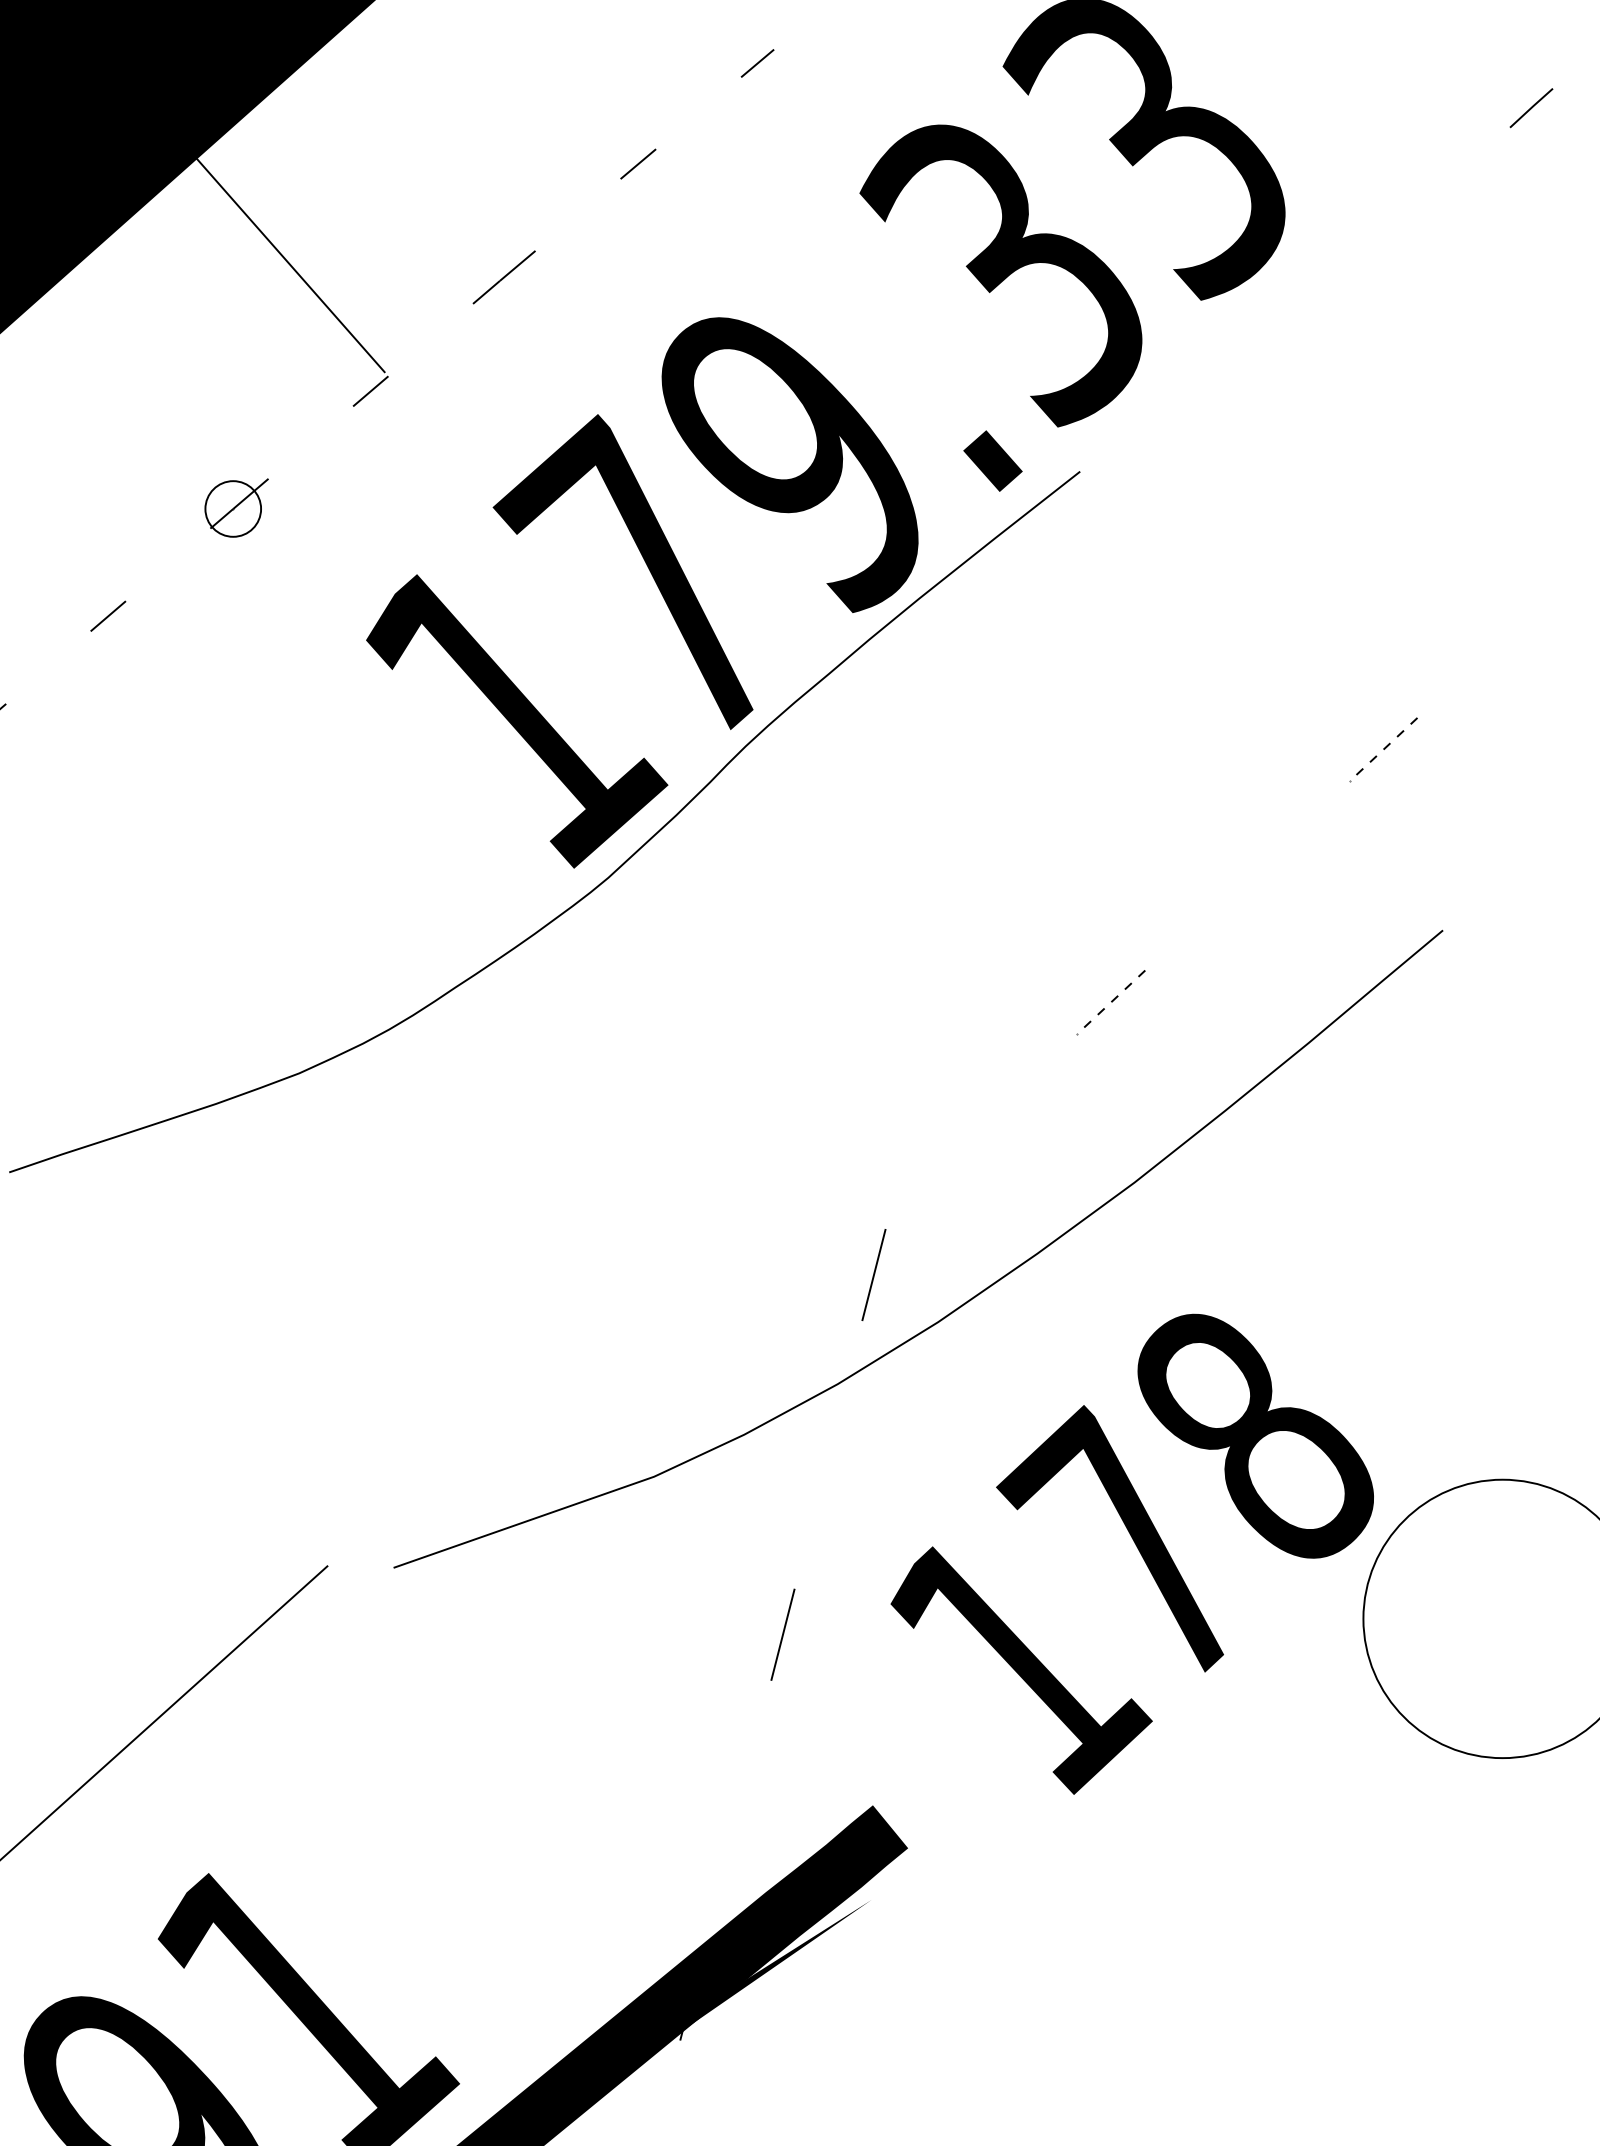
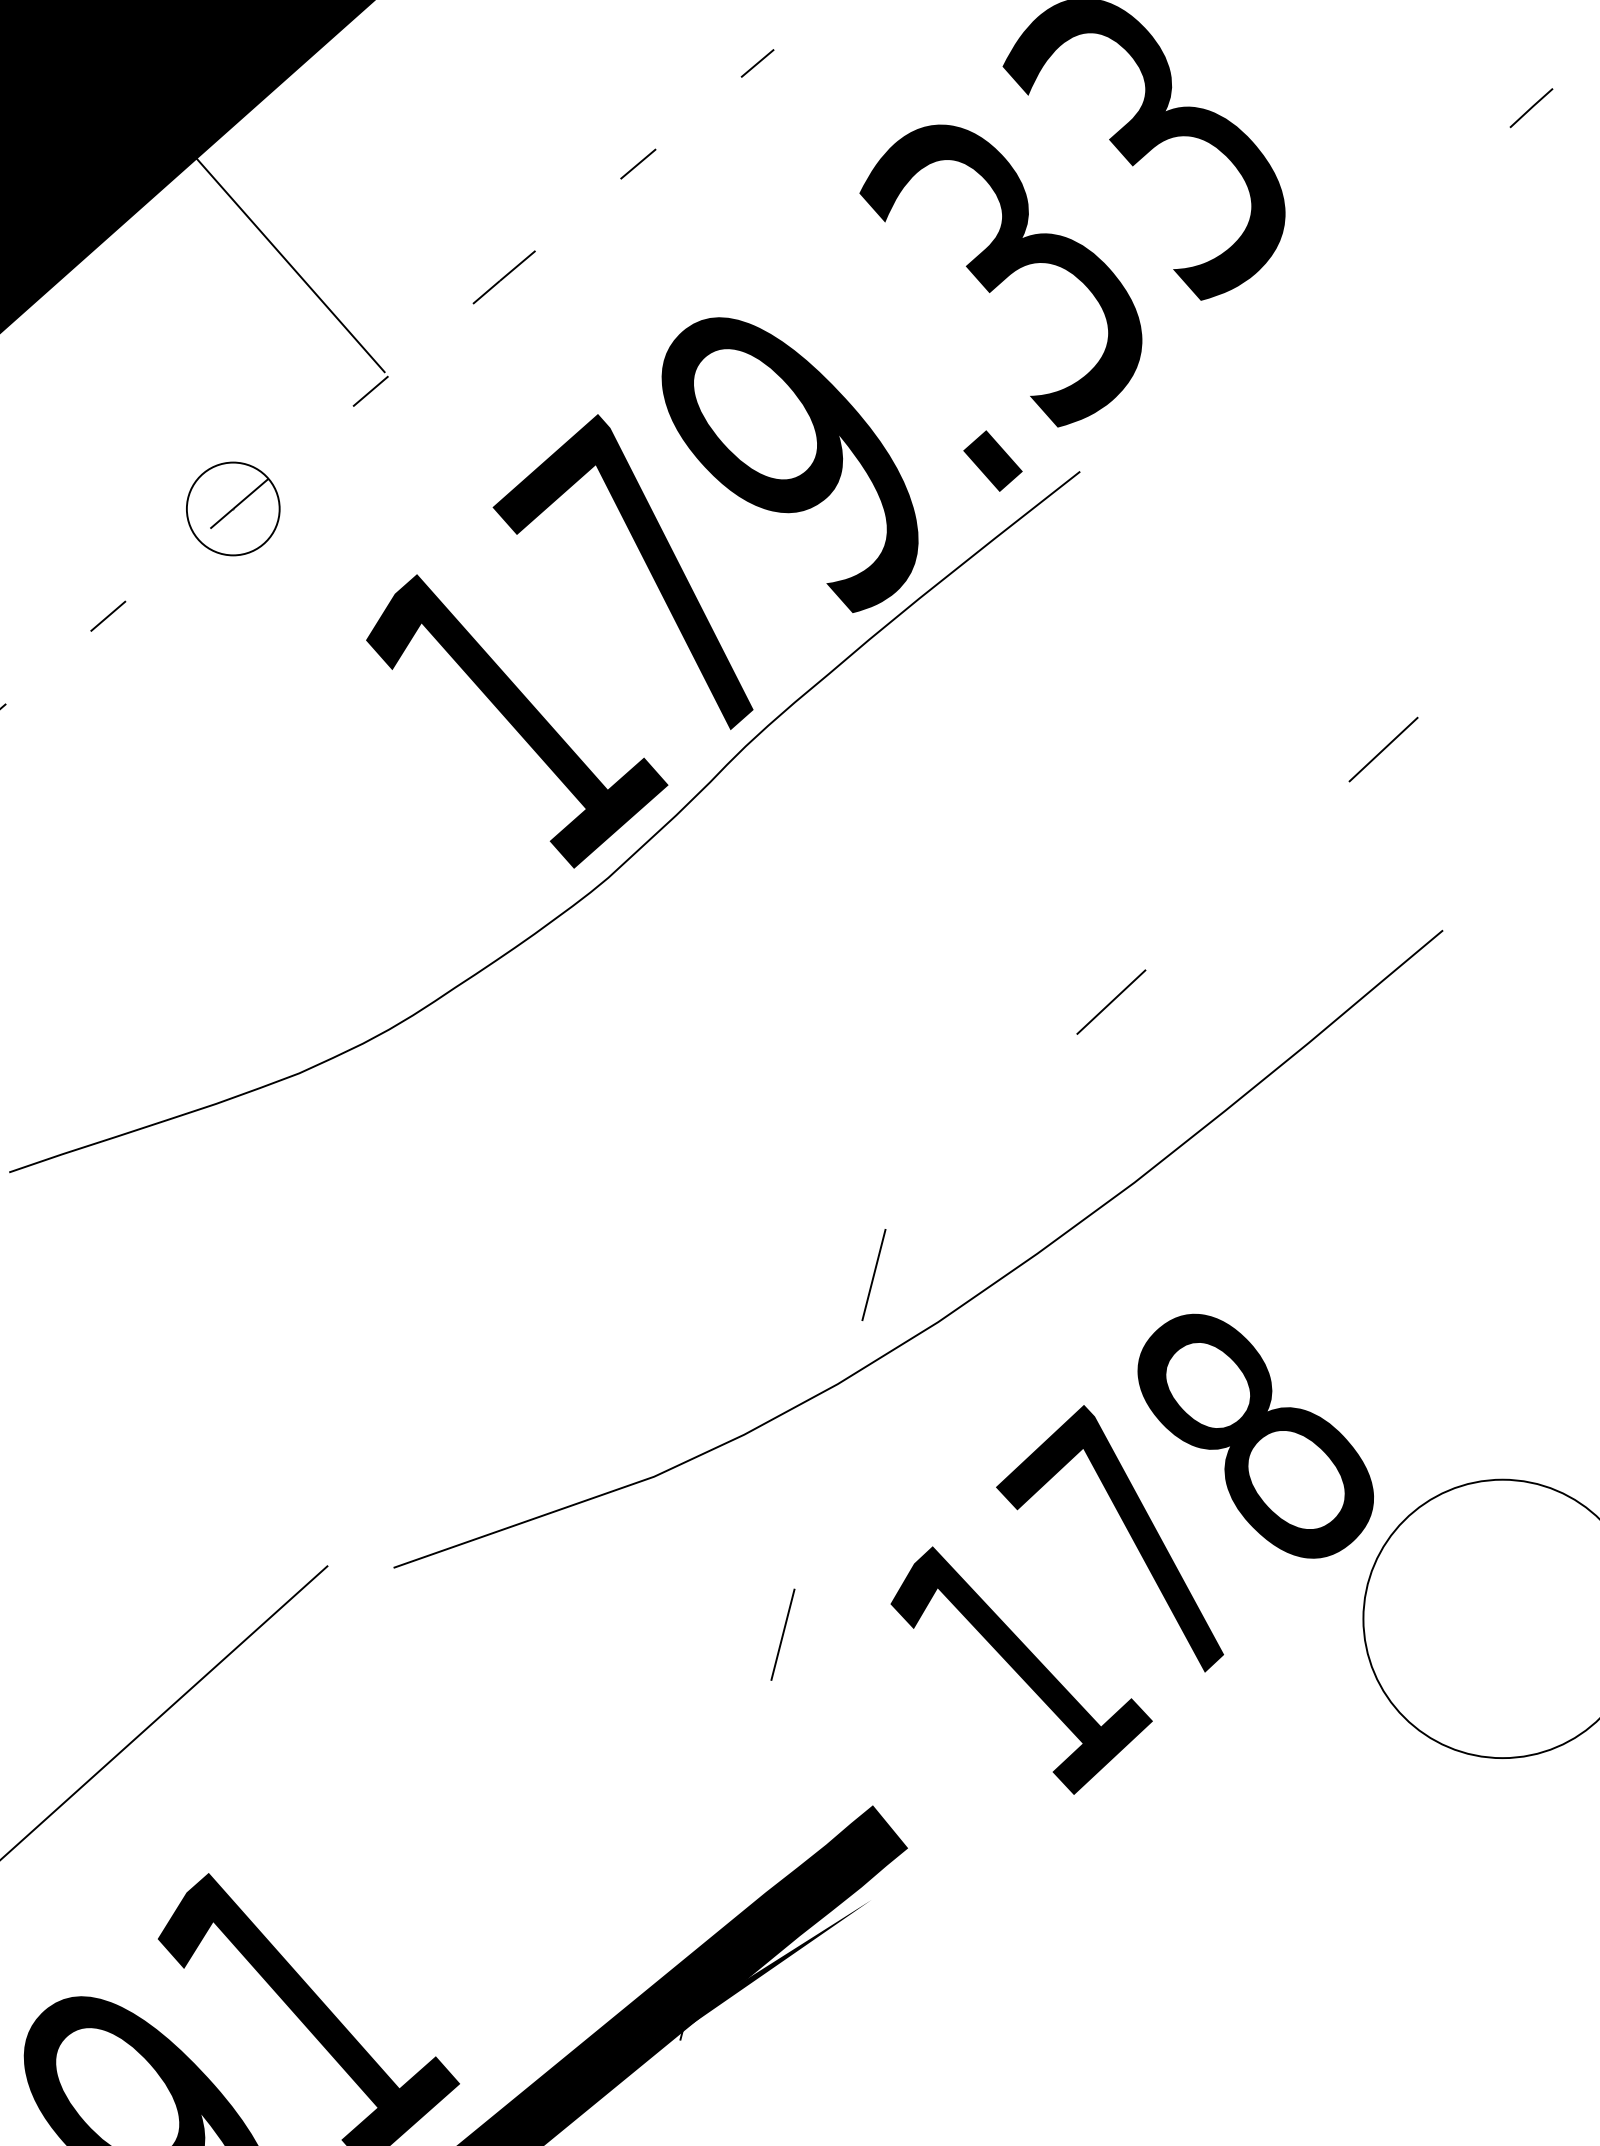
circle at (233, 508) diameter: 56 px -> 93 px
line at (1383, 749): dashed -> solid
line at (1111, 1002): dashed -> solid
